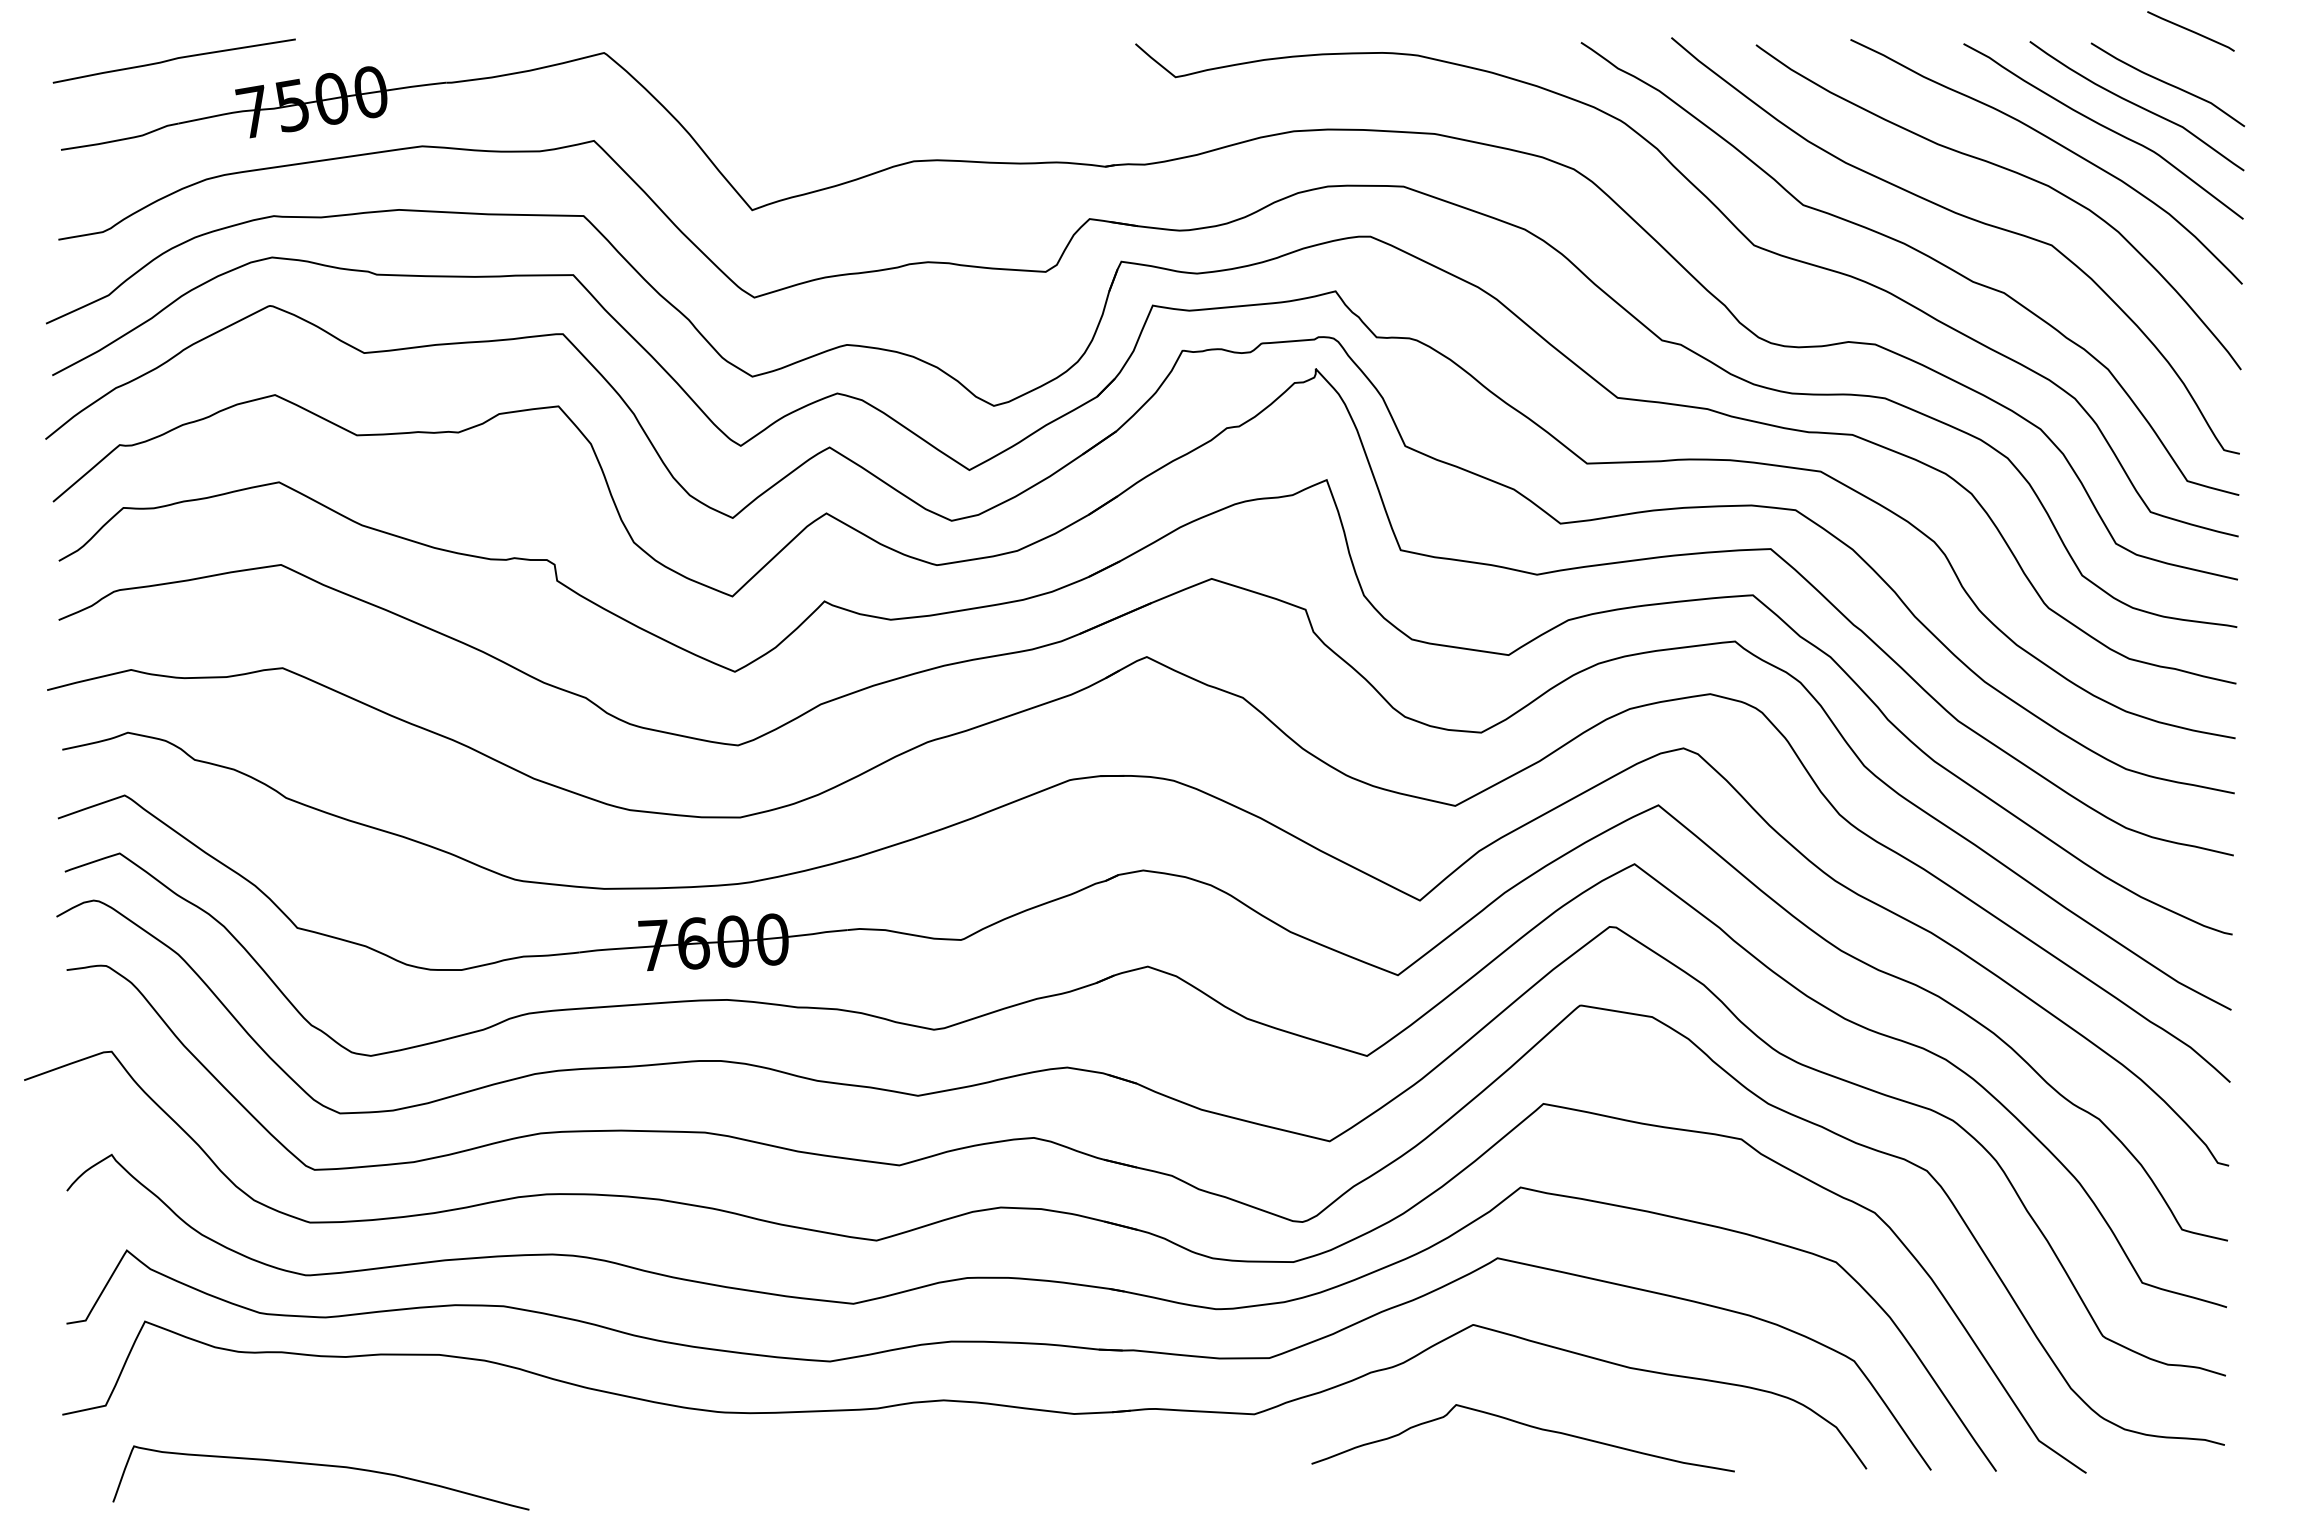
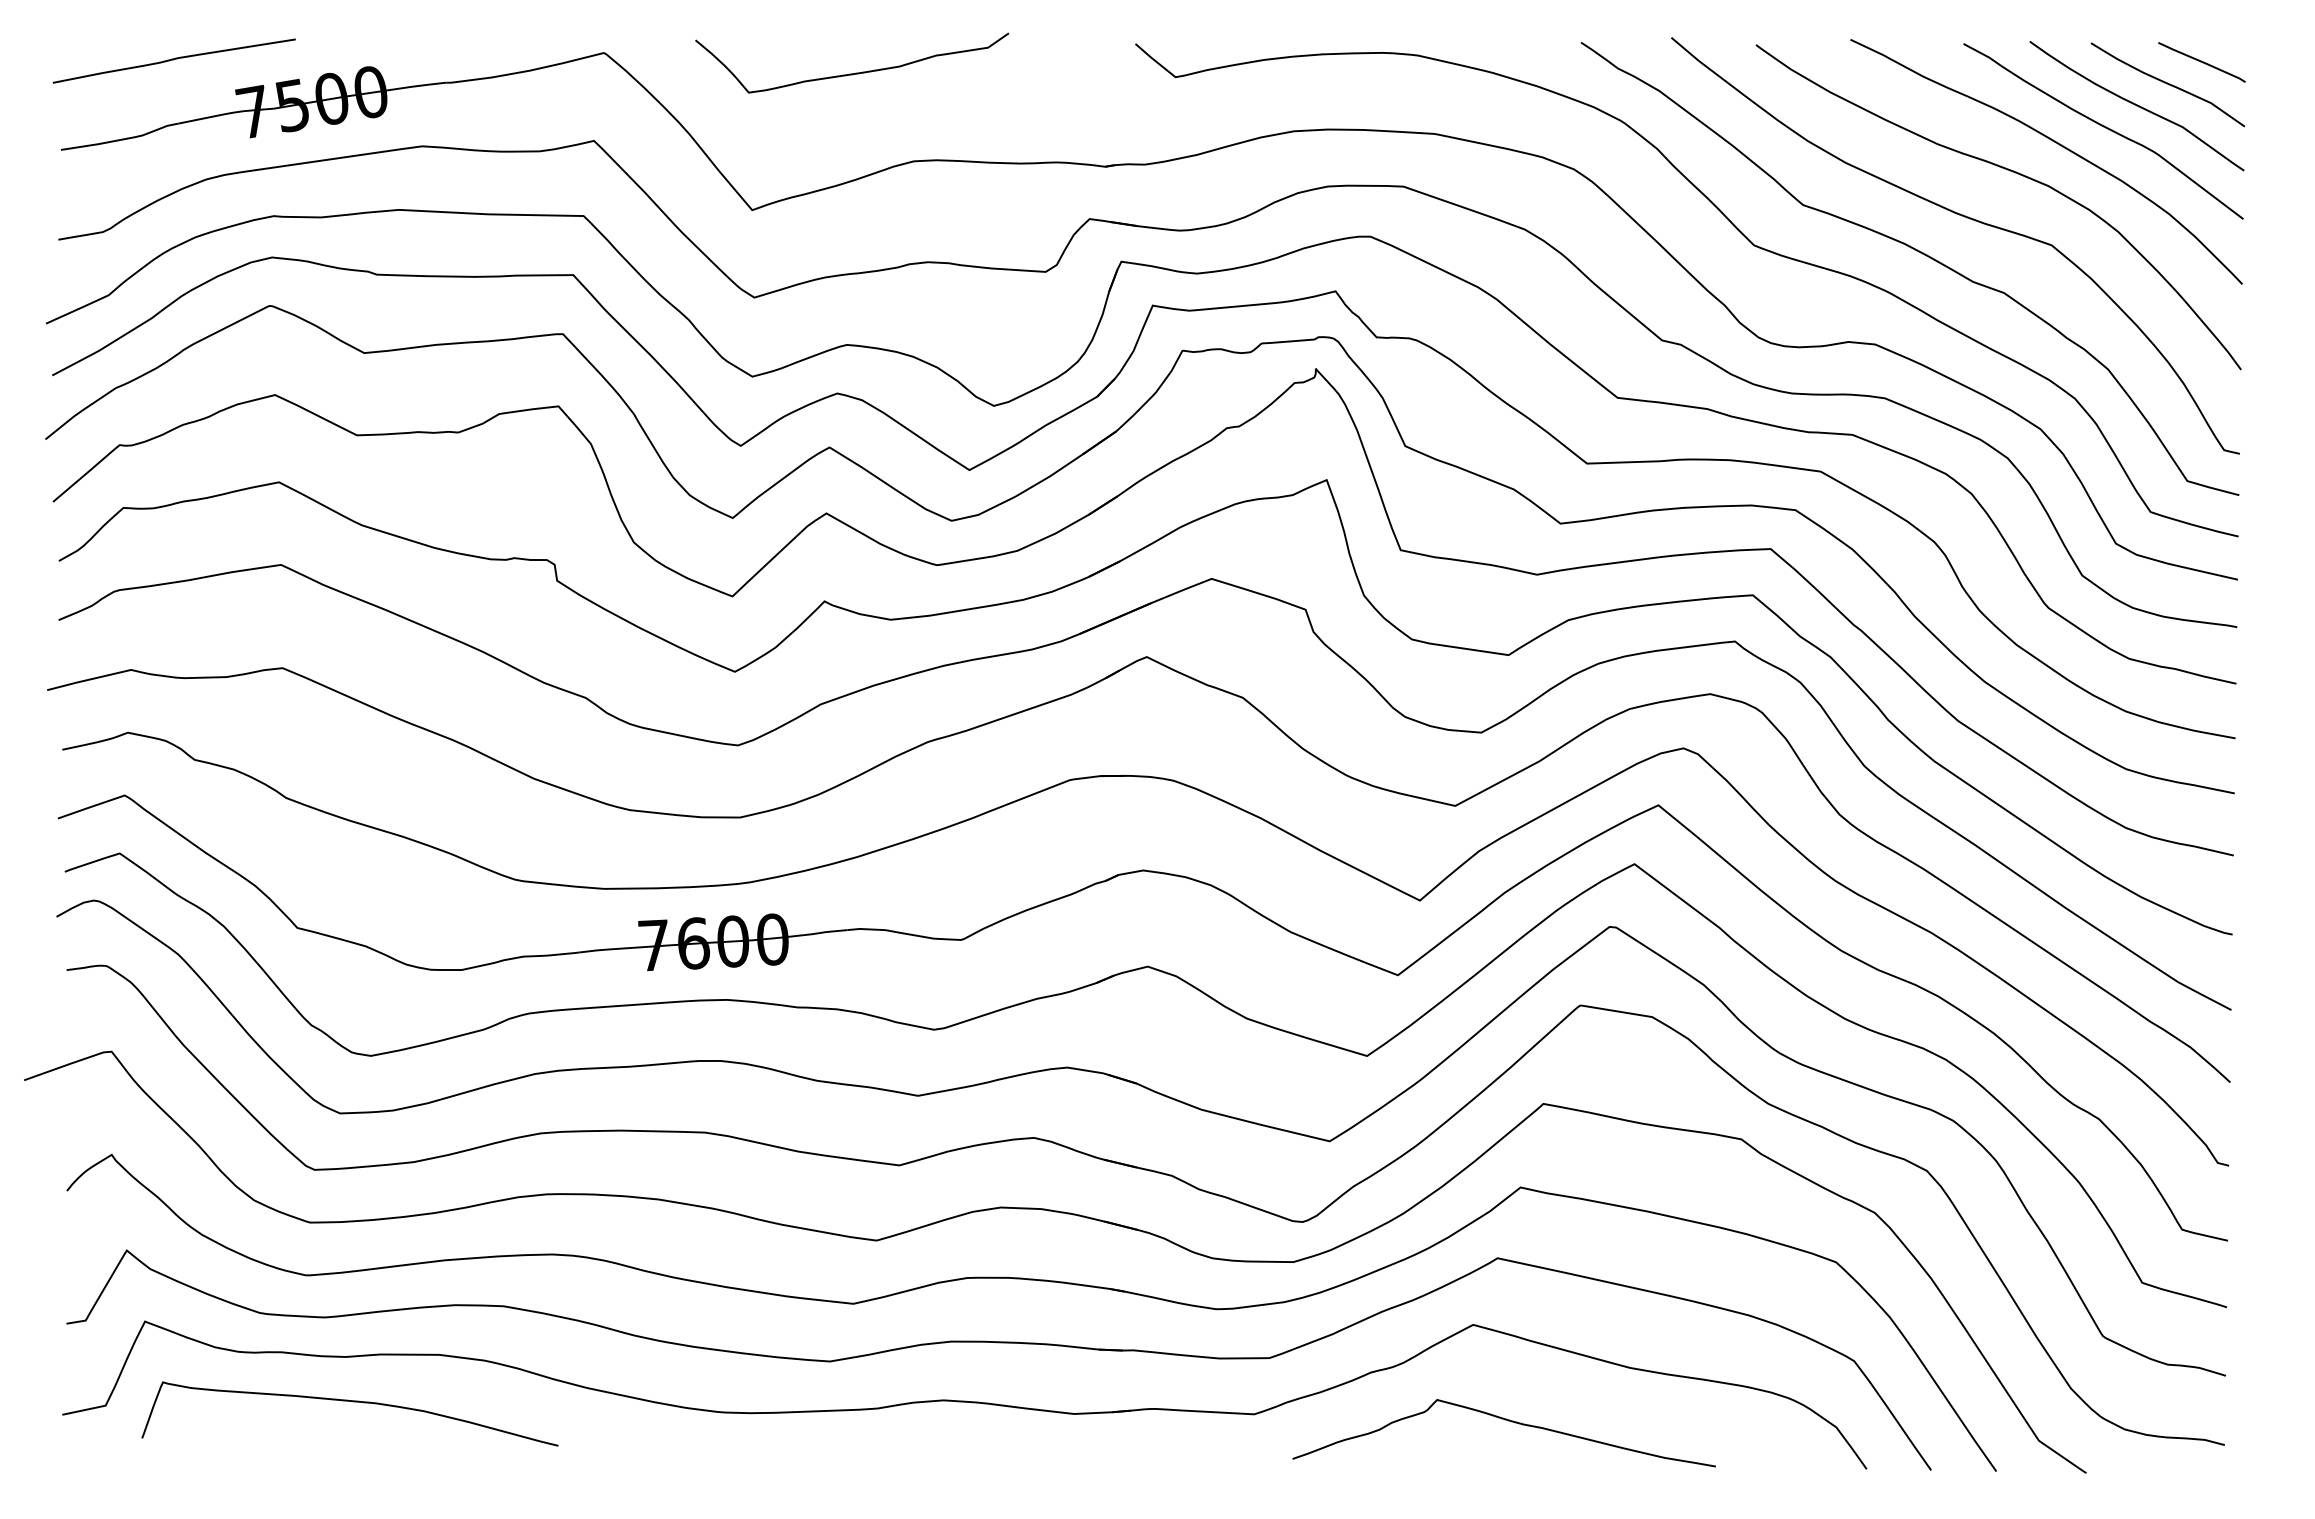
line at (2190, 31) position: (2190, 31) -> (2201, 62)
curve at (855, 72): none -> present
curve at (1527, 1426) position: (1527, 1426) -> (1508, 1421)
curve at (323, 1466) position: (323, 1466) -> (352, 1402)
